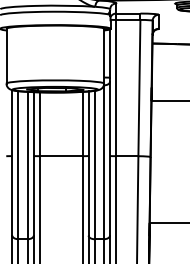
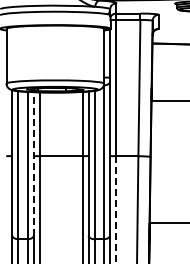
line at (33, 163): solid -> dashed
line at (116, 210): solid -> dashed
